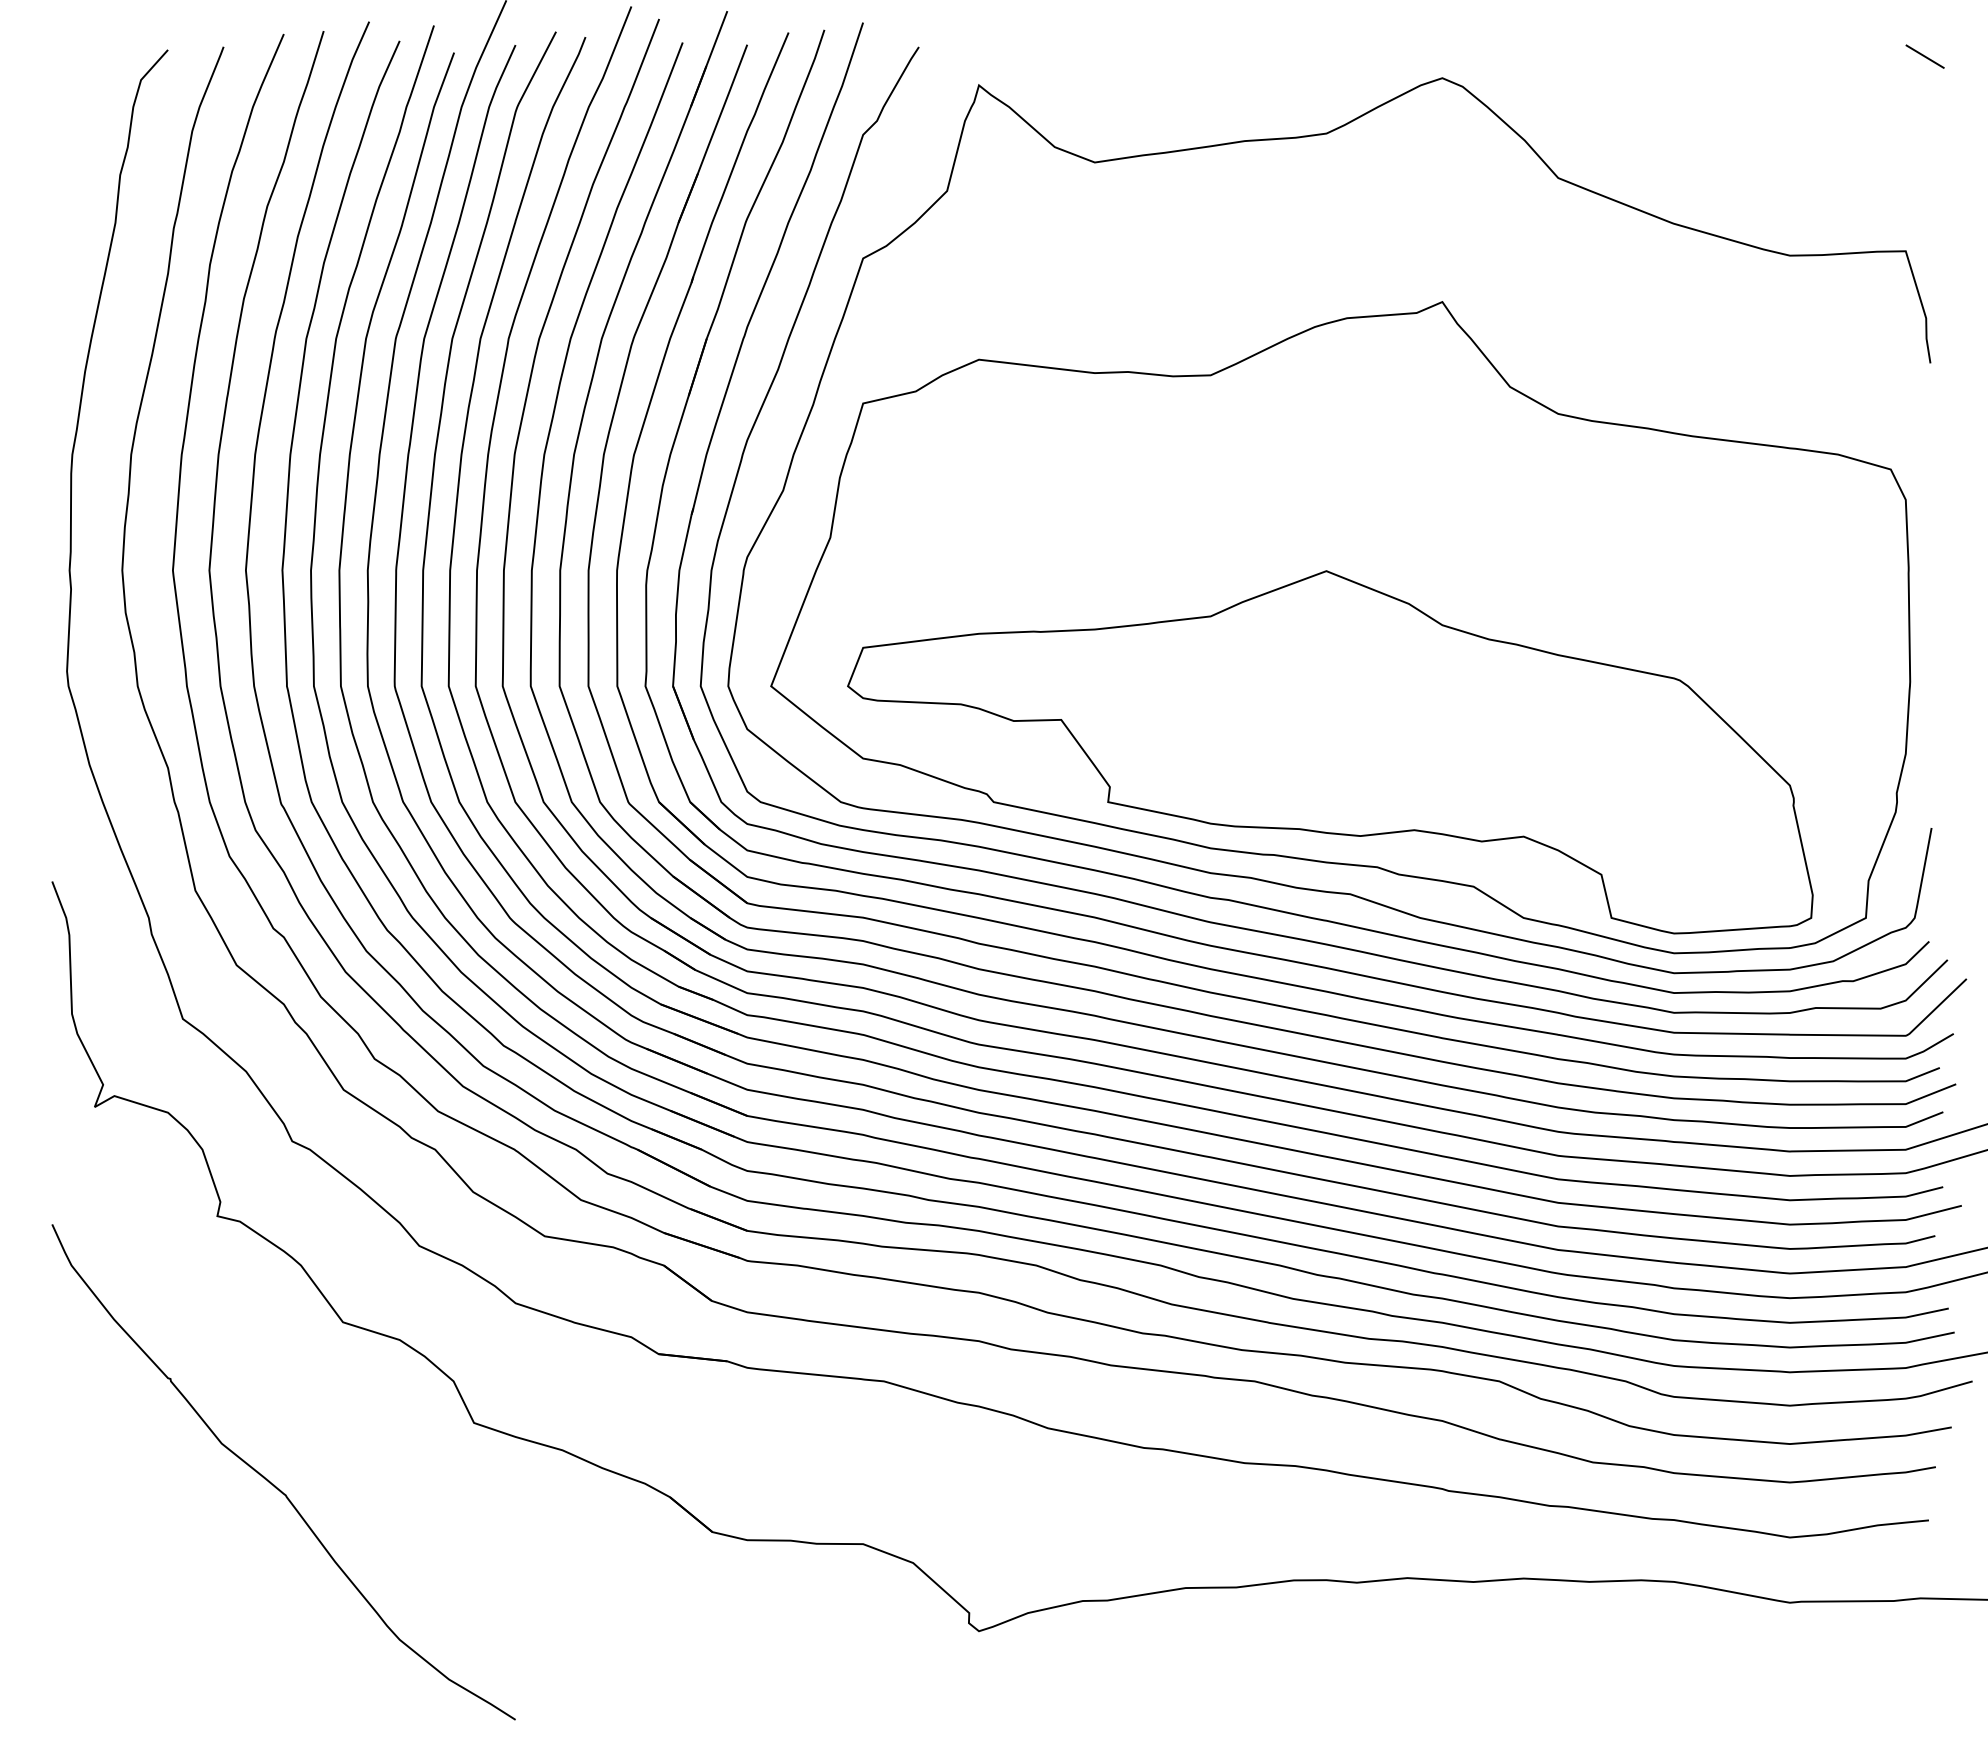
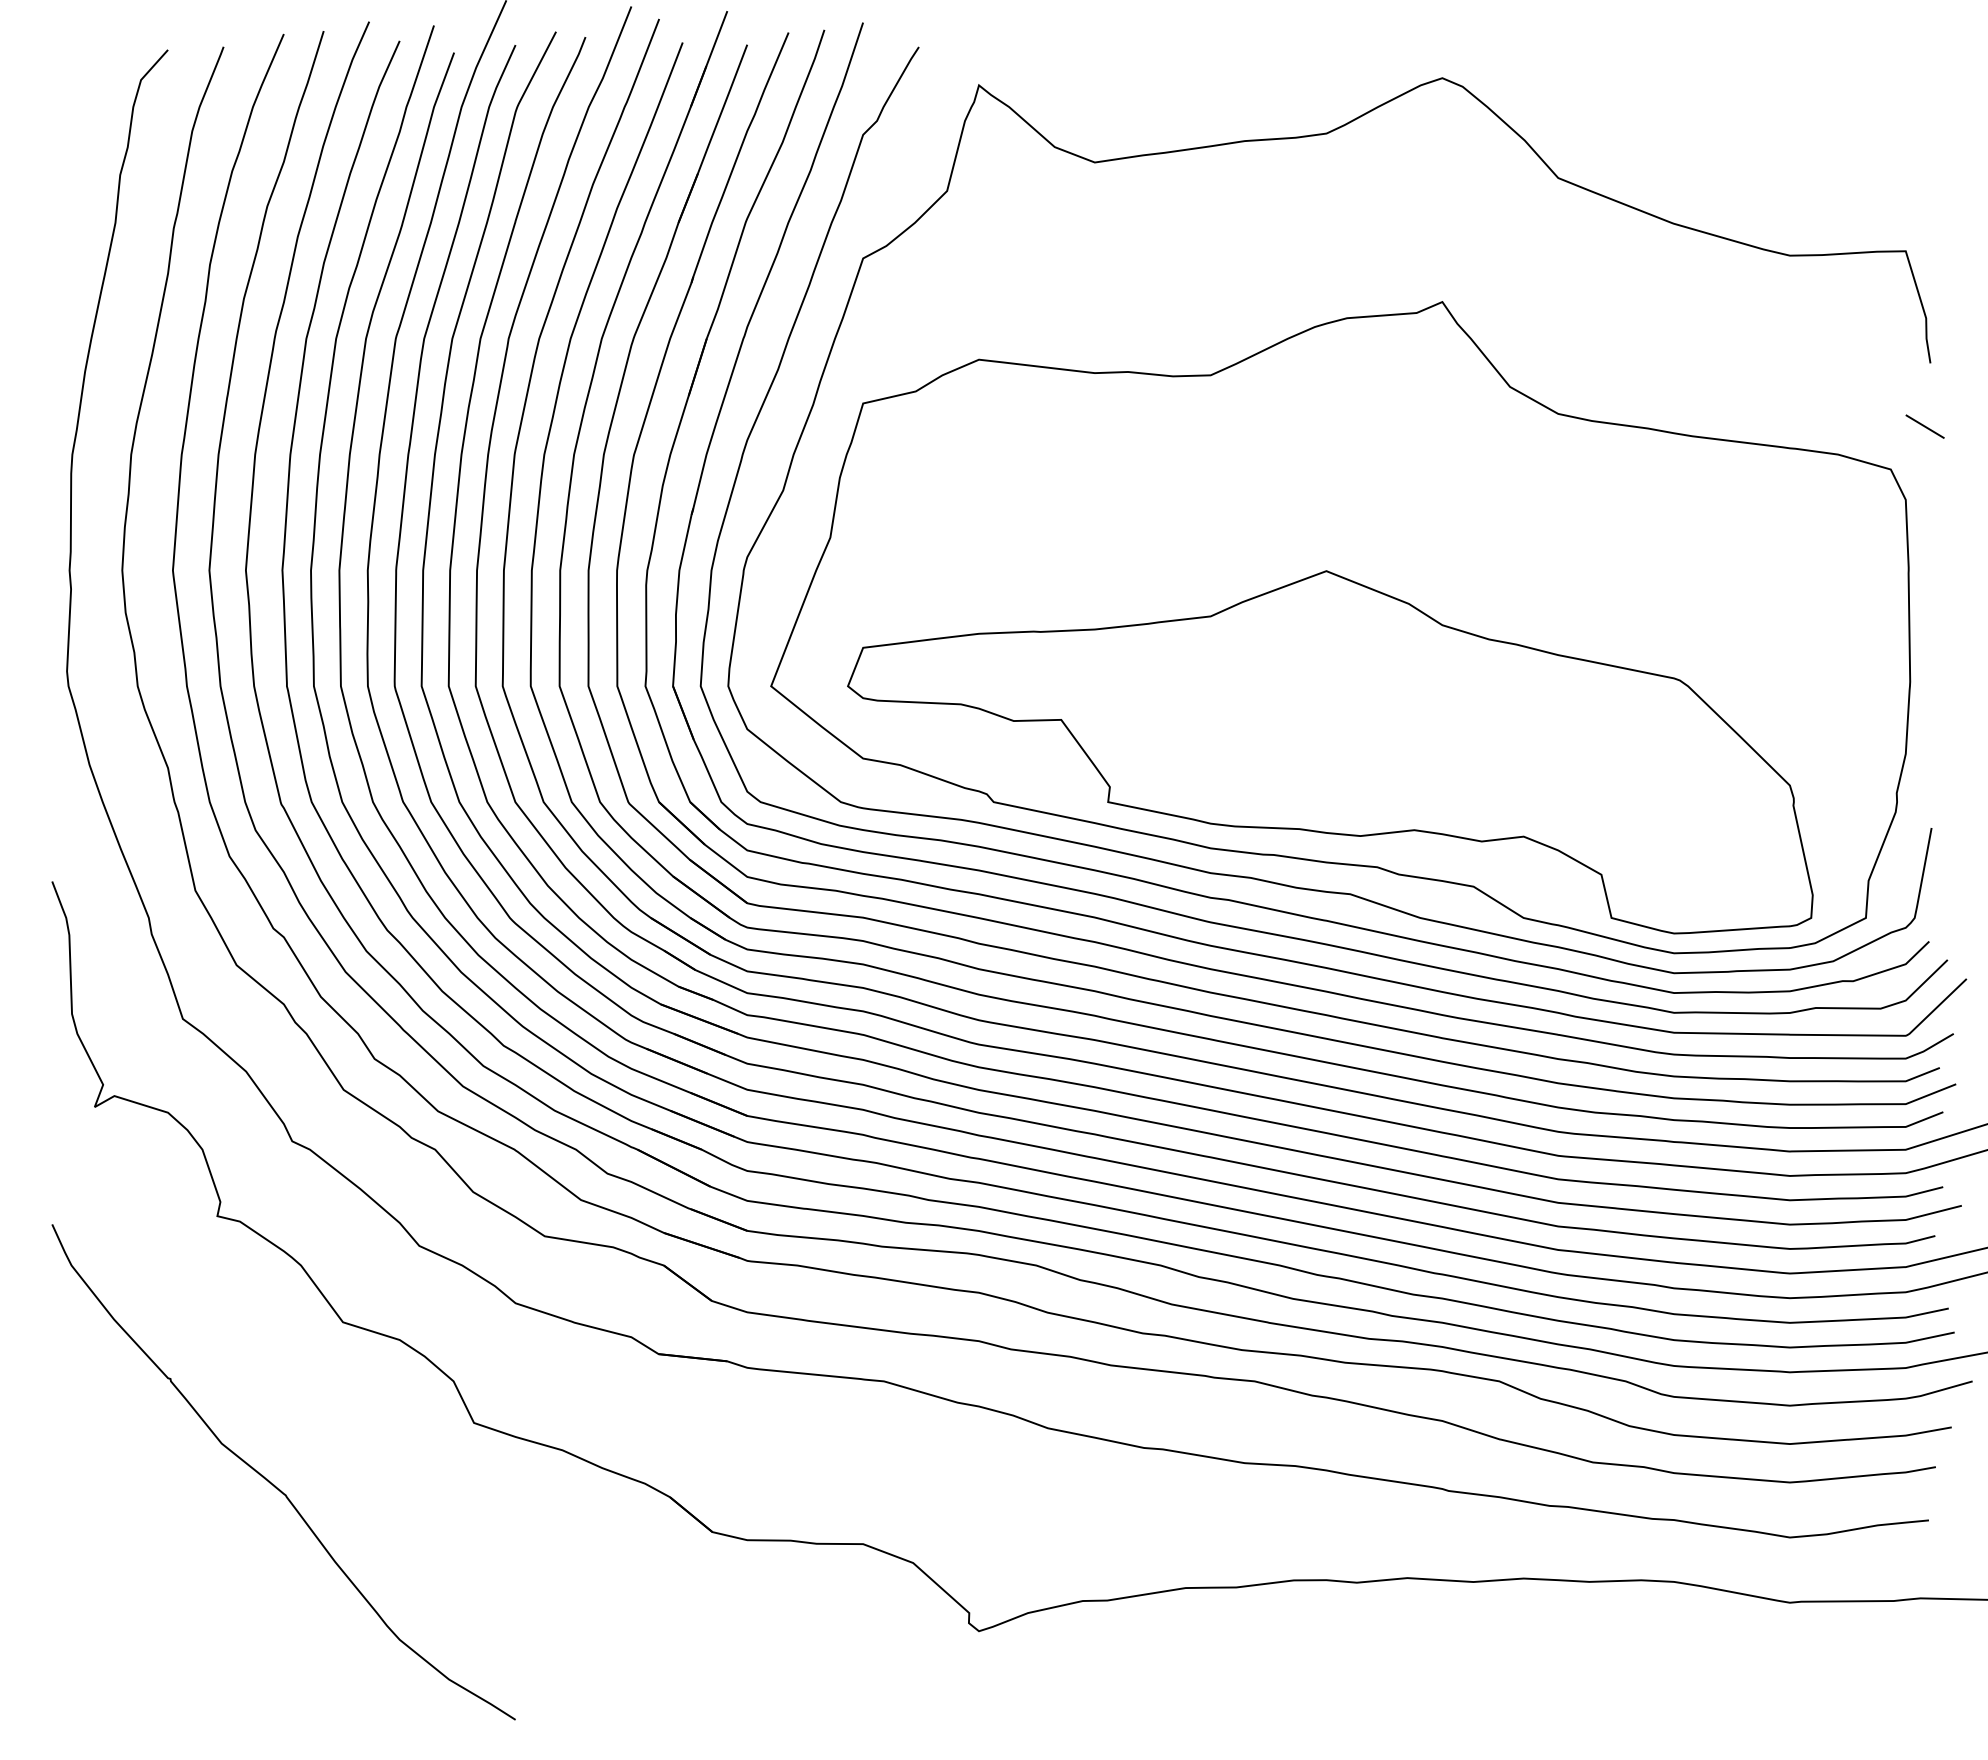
line at (1924, 56) position: (1924, 56) -> (1924, 426)
